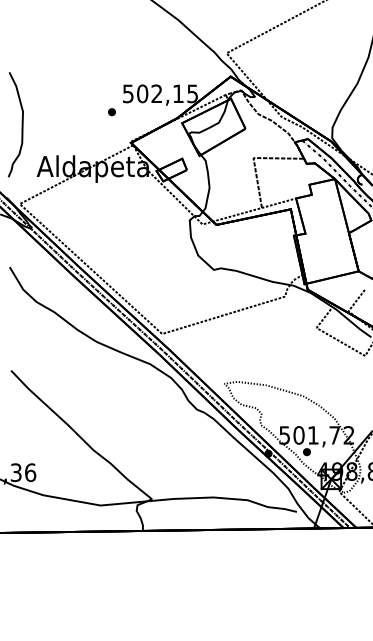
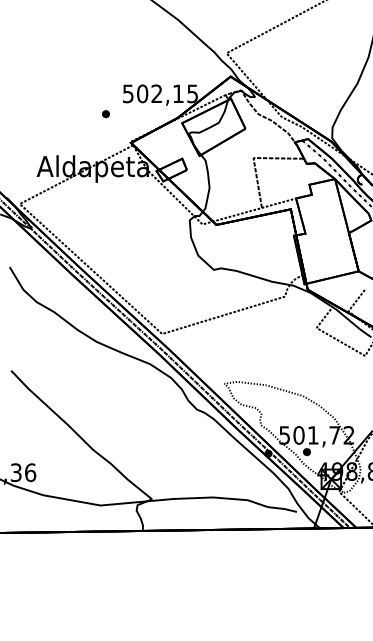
part at (111, 112) position: (111, 112) -> (105, 114)
curve at (21, 124): present -> none
